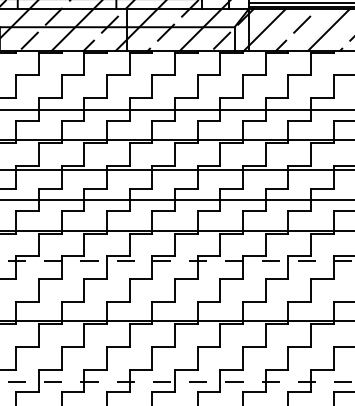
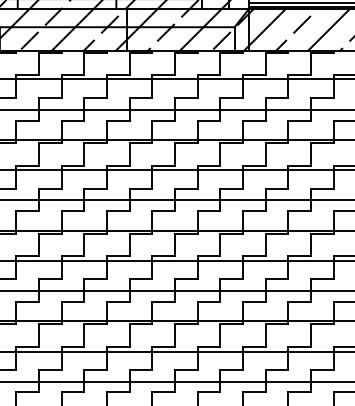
line at (176, 79): none -> present
line at (177, 260): dashed -> solid
line at (176, 291): none -> present
line at (176, 351): none -> present
line at (177, 381): dashed -> solid
